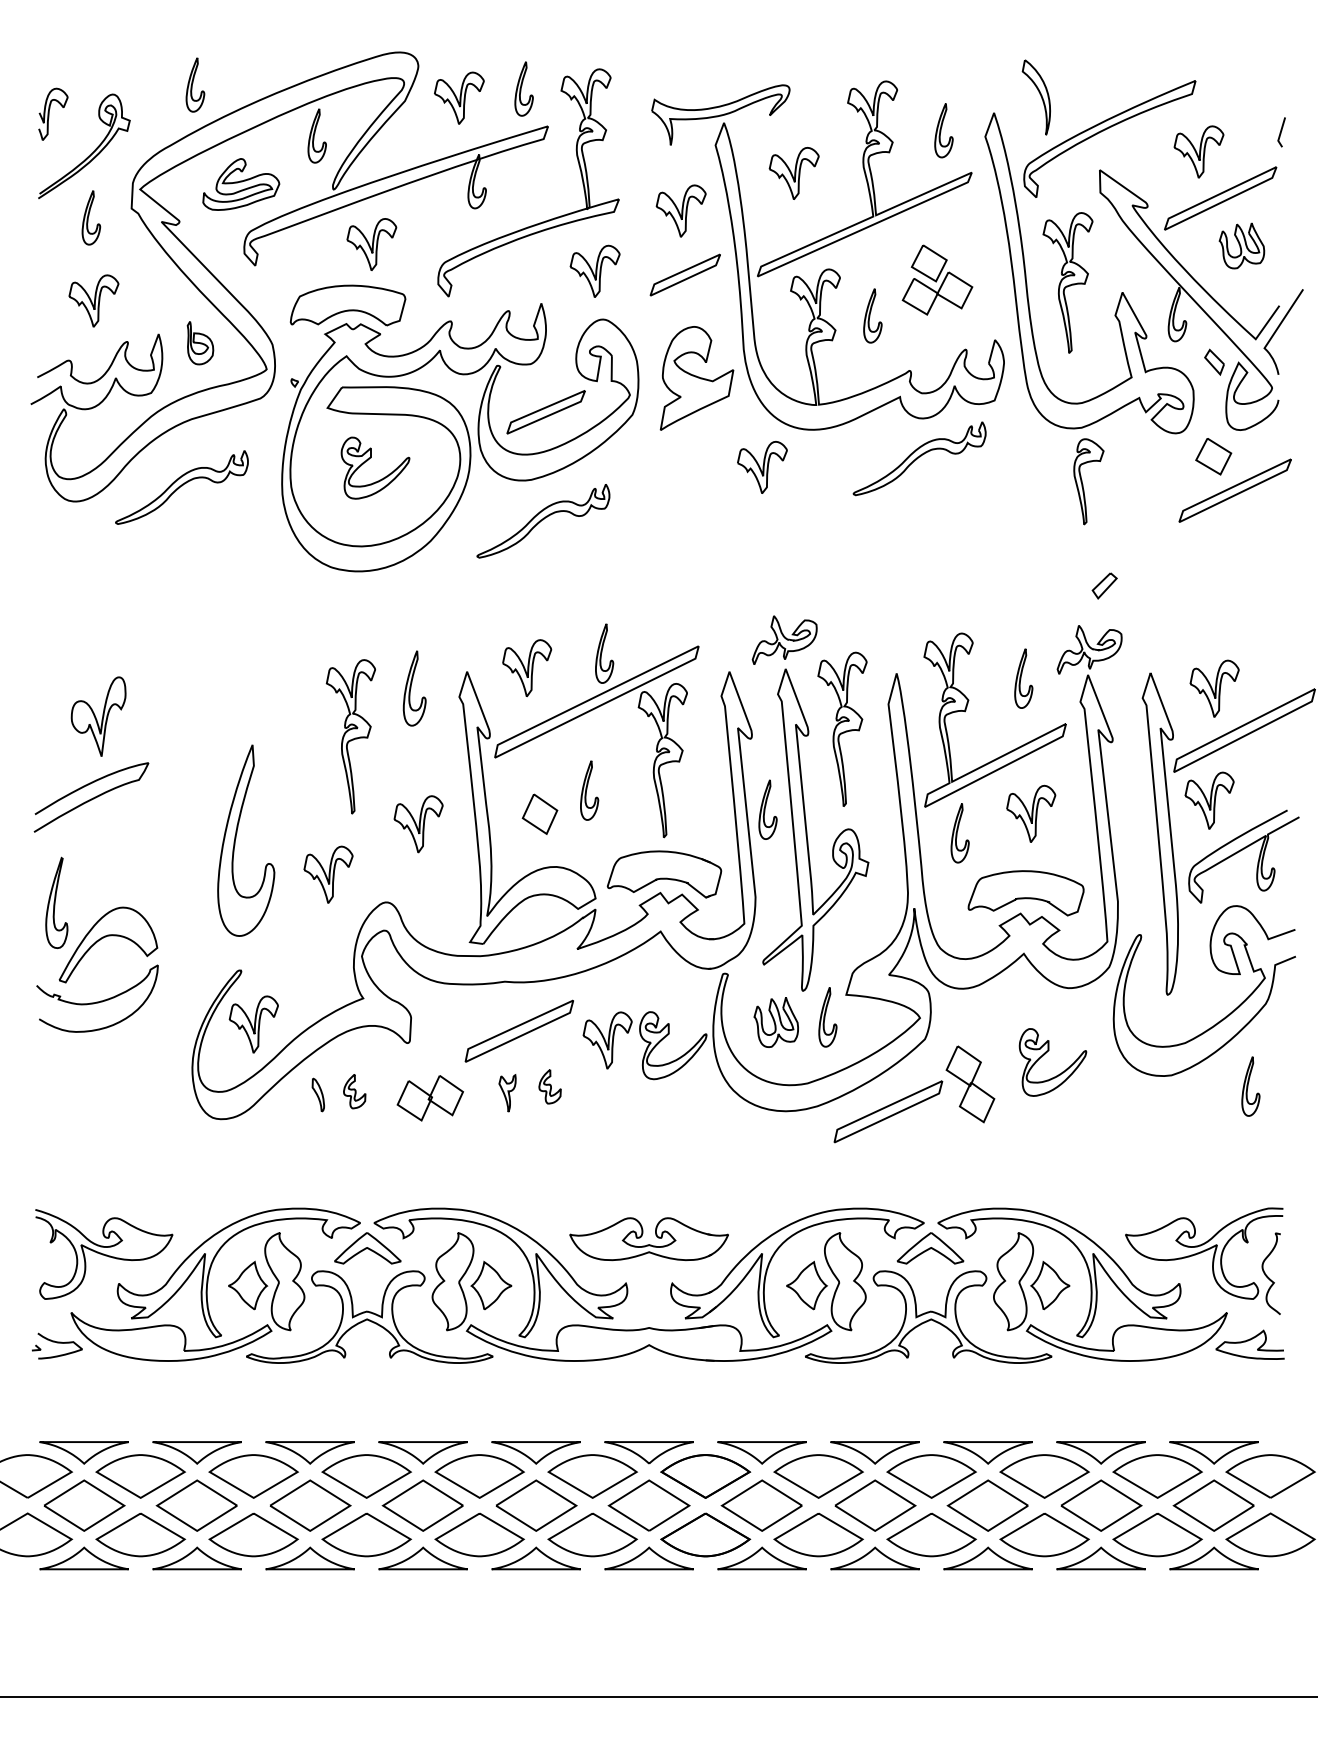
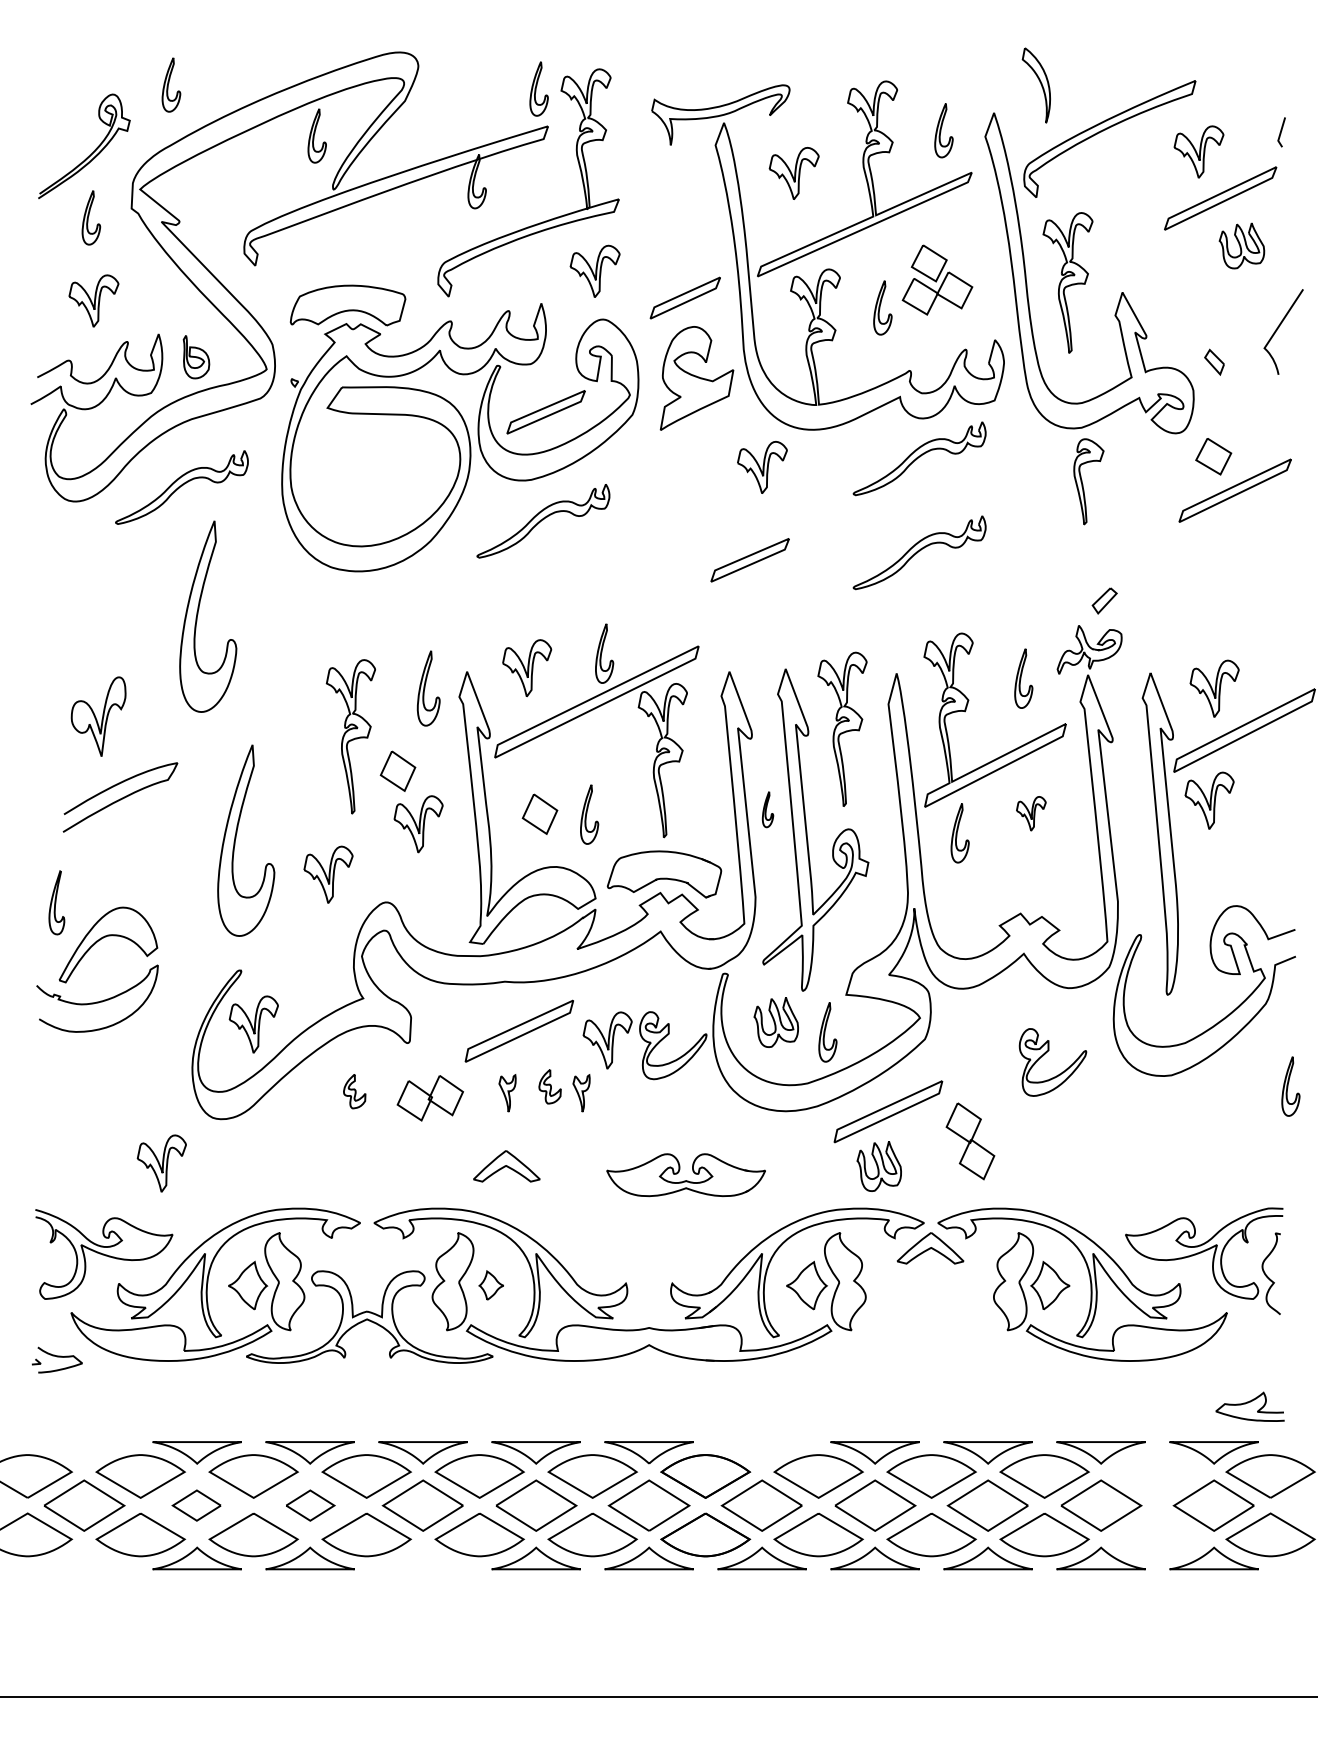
part at (195, 84) position: (195, 84) -> (171, 84)
part at (523, 88) position: (523, 88) -> (538, 88)
part at (459, 97): present -> none
part at (1035, 97) position: (1035, 97) -> (1035, 85)
curve at (49, 113): present -> none
part at (241, 184): present -> none
part at (680, 210): present -> none
part at (371, 244): present -> none
part at (684, 274) position: (684, 274) -> (684, 297)
part at (1189, 299): present -> none
part at (872, 315) position: (872, 315) -> (882, 307)
part at (200, 343) position: (200, 343) -> (196, 357)
part at (371, 458): present -> none
part at (919, 552): none -> present
part at (749, 560): none -> present
part at (1104, 585) position: (1104, 585) -> (1104, 600)
part at (198, 614): none -> present
part at (784, 639): present -> none
part at (414, 688) position: (414, 688) -> (428, 688)
part at (397, 770): none -> present
part at (589, 790) position: (589, 790) -> (589, 814)
curve at (91, 798) position: (91, 798) -> (120, 798)
part at (767, 809) size: 20x61 px -> 14x38 px
part at (1031, 813) size: 51x59 px -> 31x36 px
curve at (1239, 852): present -> none
part at (1025, 893): present -> none
part at (56, 902) size: 24x93 px -> 18x66 px
part at (827, 1017) position: (827, 1017) -> (827, 1032)
part at (970, 1084) position: (970, 1084) -> (970, 1141)
part at (1250, 1086) position: (1250, 1086) -> (1290, 1086)
part at (581, 1093): none -> present
part at (317, 1094): present -> none
part at (161, 1163): none -> present
part at (878, 1166): none -> present
part at (648, 1239) position: (648, 1239) -> (685, 1175)
part at (367, 1248) position: (367, 1248) -> (506, 1166)
part at (491, 1285) size: 43x51 px -> 26x31 px
part at (928, 1316): present -> none
curve at (1248, 1341) position: (1248, 1341) -> (1248, 1403)
part at (56, 1345) position: (56, 1345) -> (56, 1359)
part at (83, 1452): present -> none
part at (761, 1452): present -> none
part at (1157, 1476): present -> none
part at (196, 1505) size: 83x53 px -> 51x33 px
part at (310, 1505) size: 83x53 px -> 50x33 px
part at (1157, 1534): present -> none
part at (83, 1558): present -> none
part at (422, 1558): present -> none
